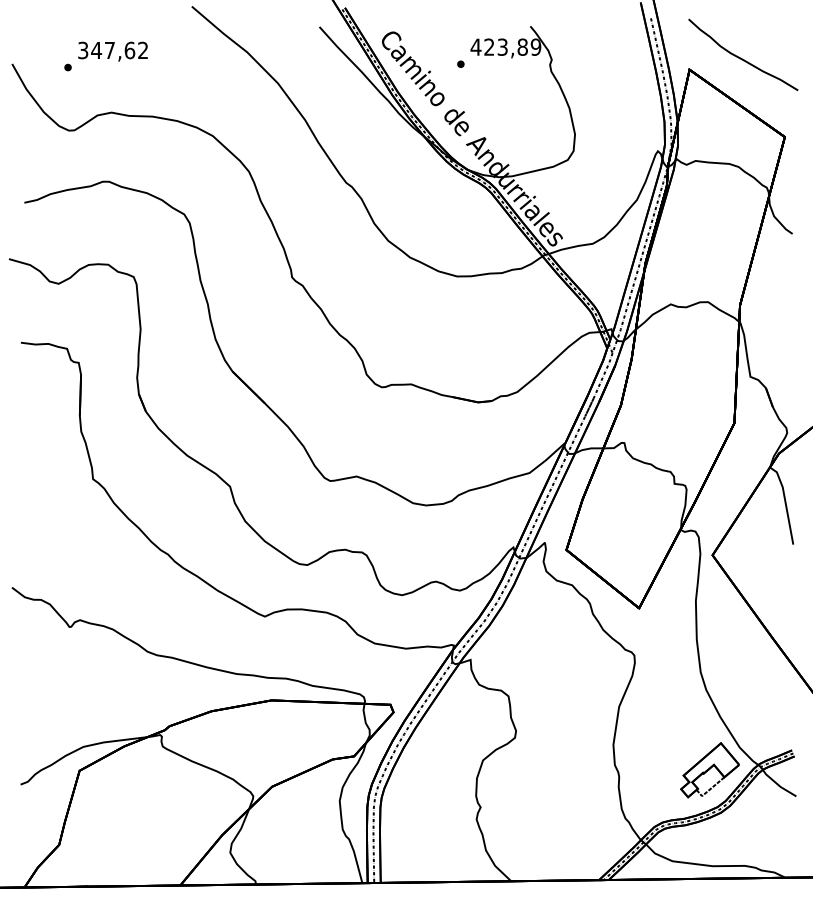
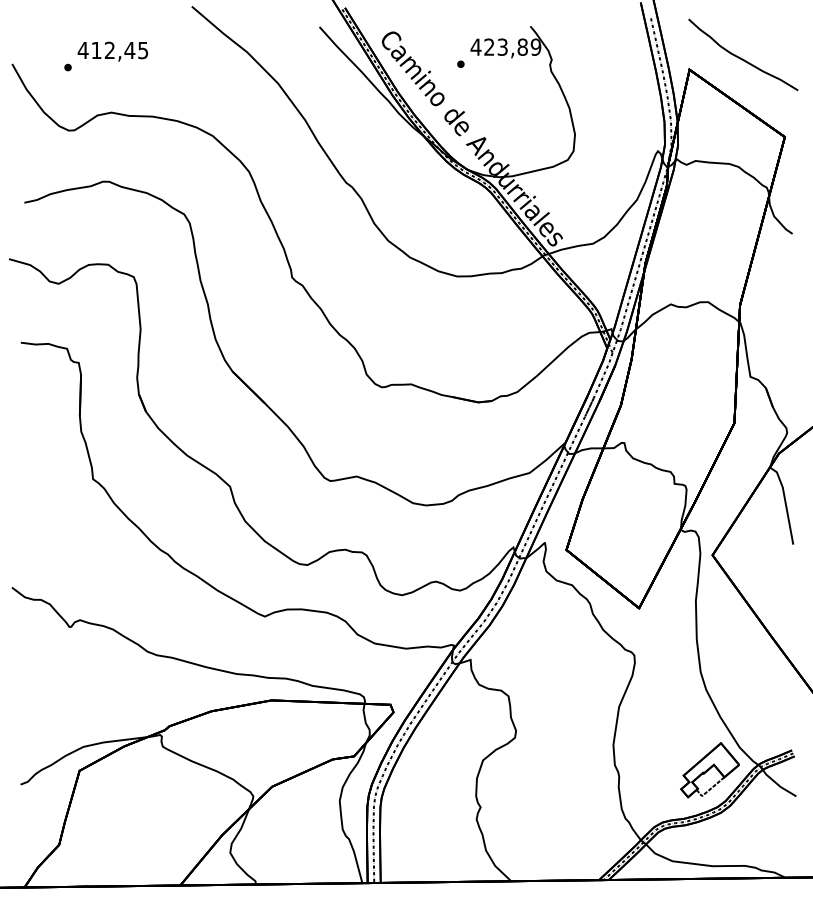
text at (112, 50): 347,62 -> 412,45
